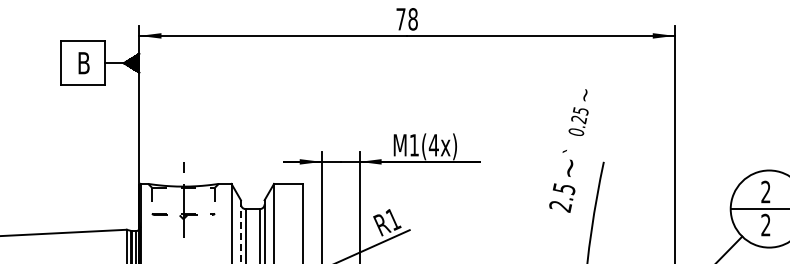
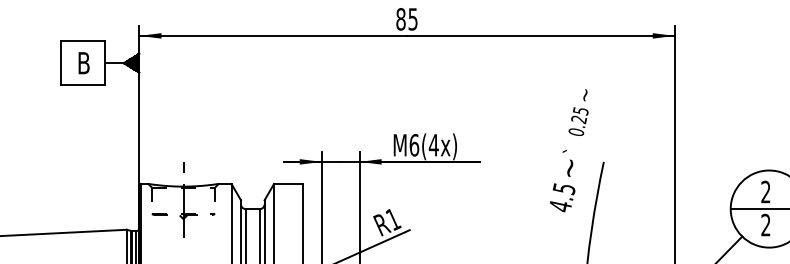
text at (406, 19): 78 -> 85
text at (414, 145): M1(4x) -> M6(4x)
text at (560, 206): 2.5 -> 4.5
line at (240, 232): dashed -> solid
